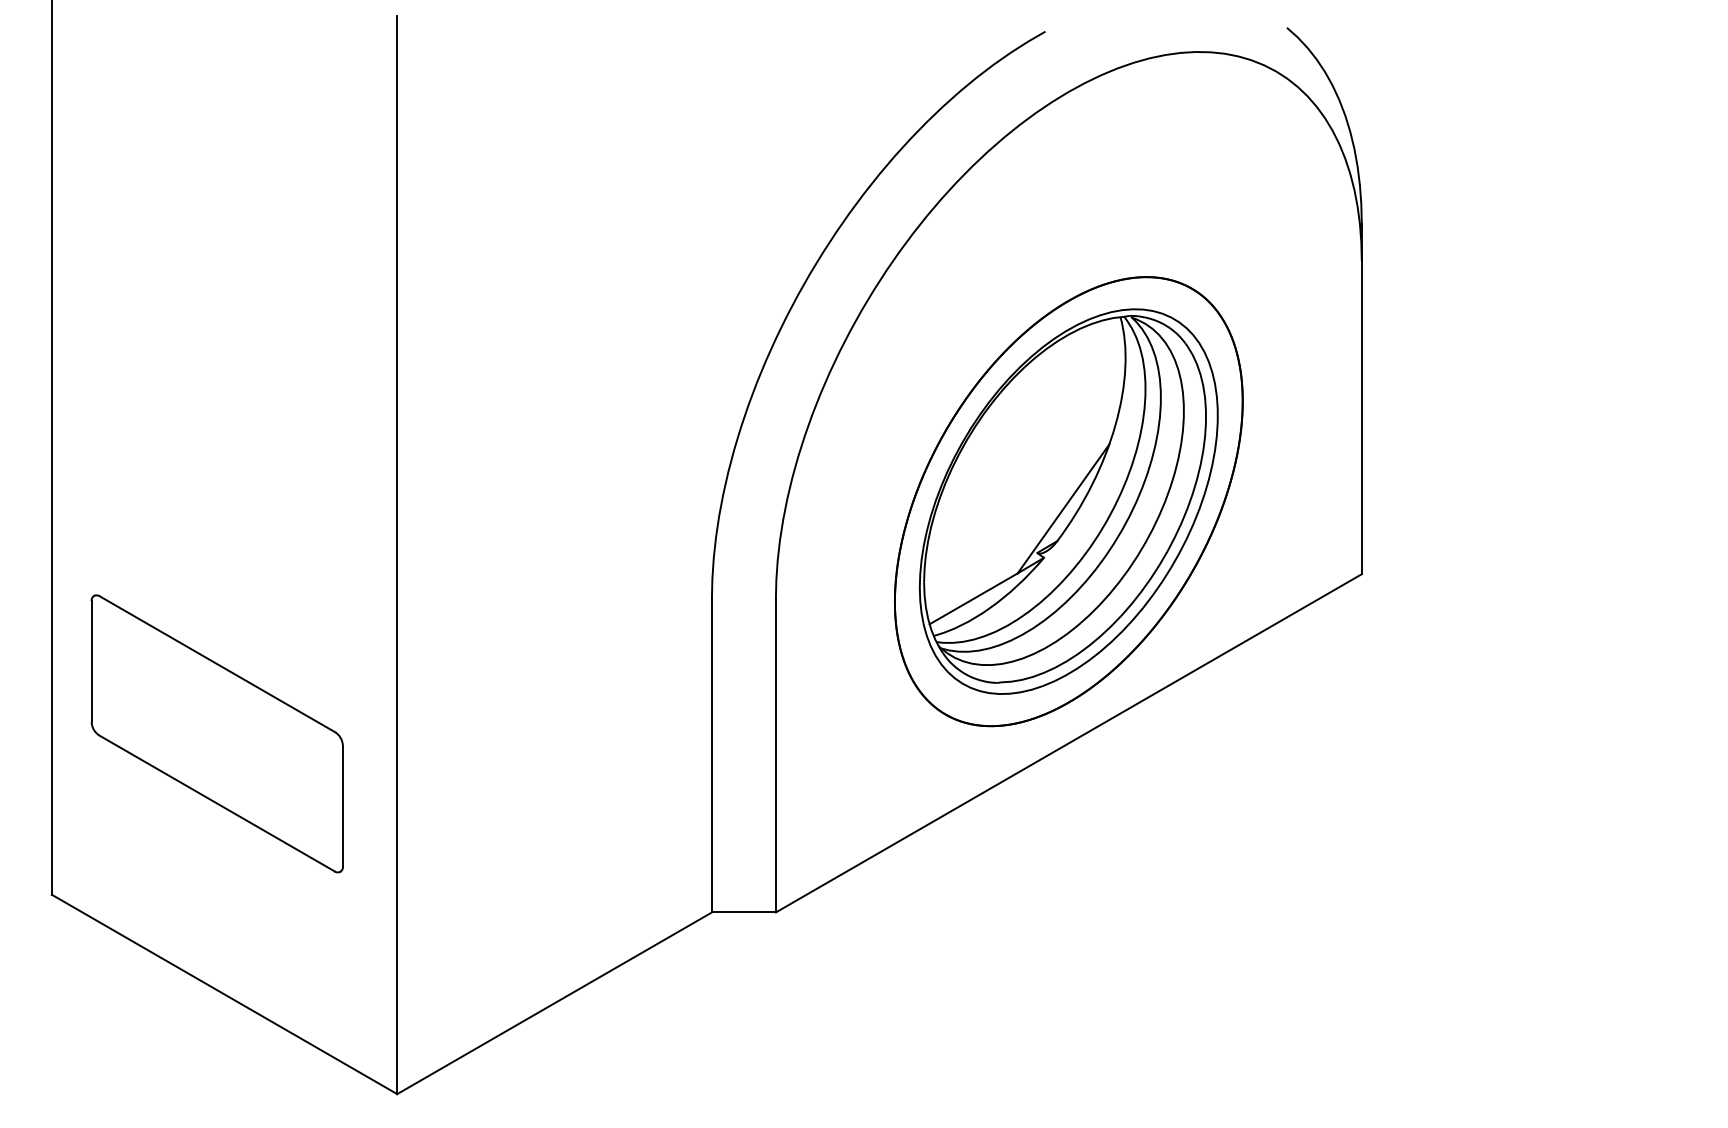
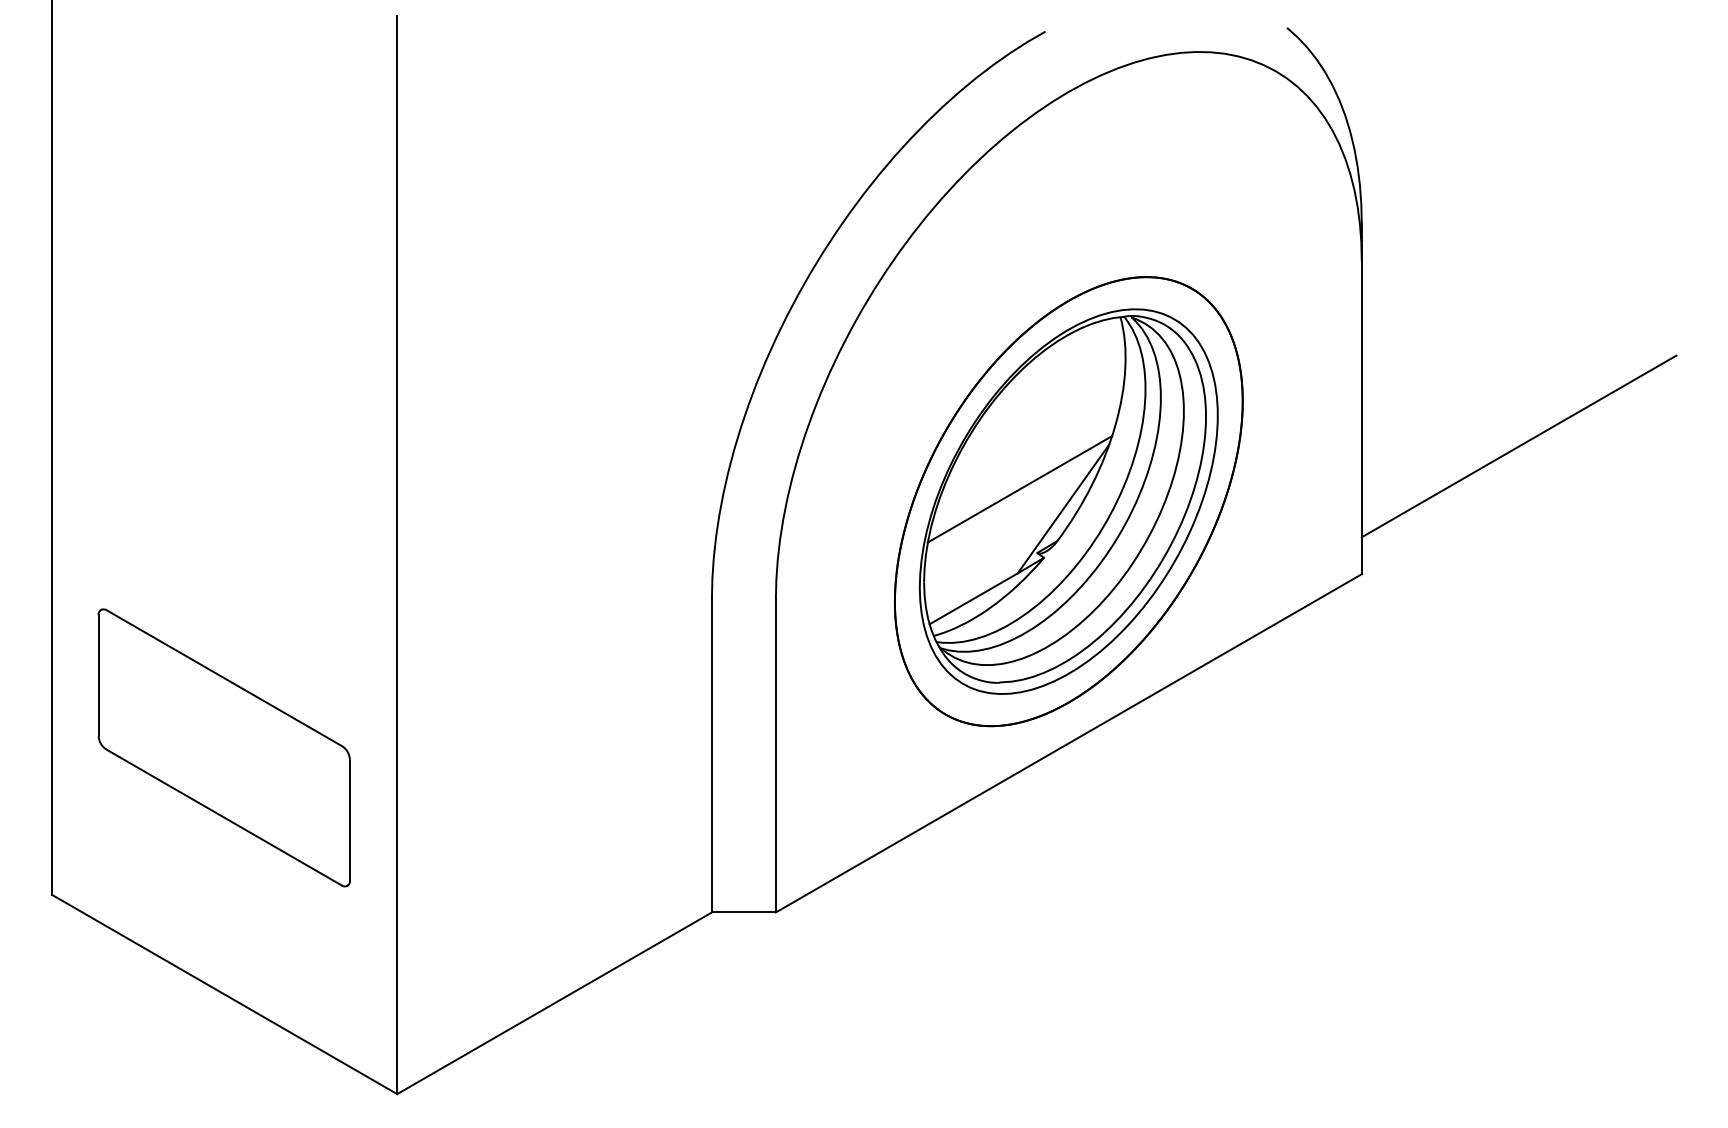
line at (1518, 446): none -> present
line at (1019, 489): none -> present
part at (216, 733) position: (216, 733) -> (223, 747)
